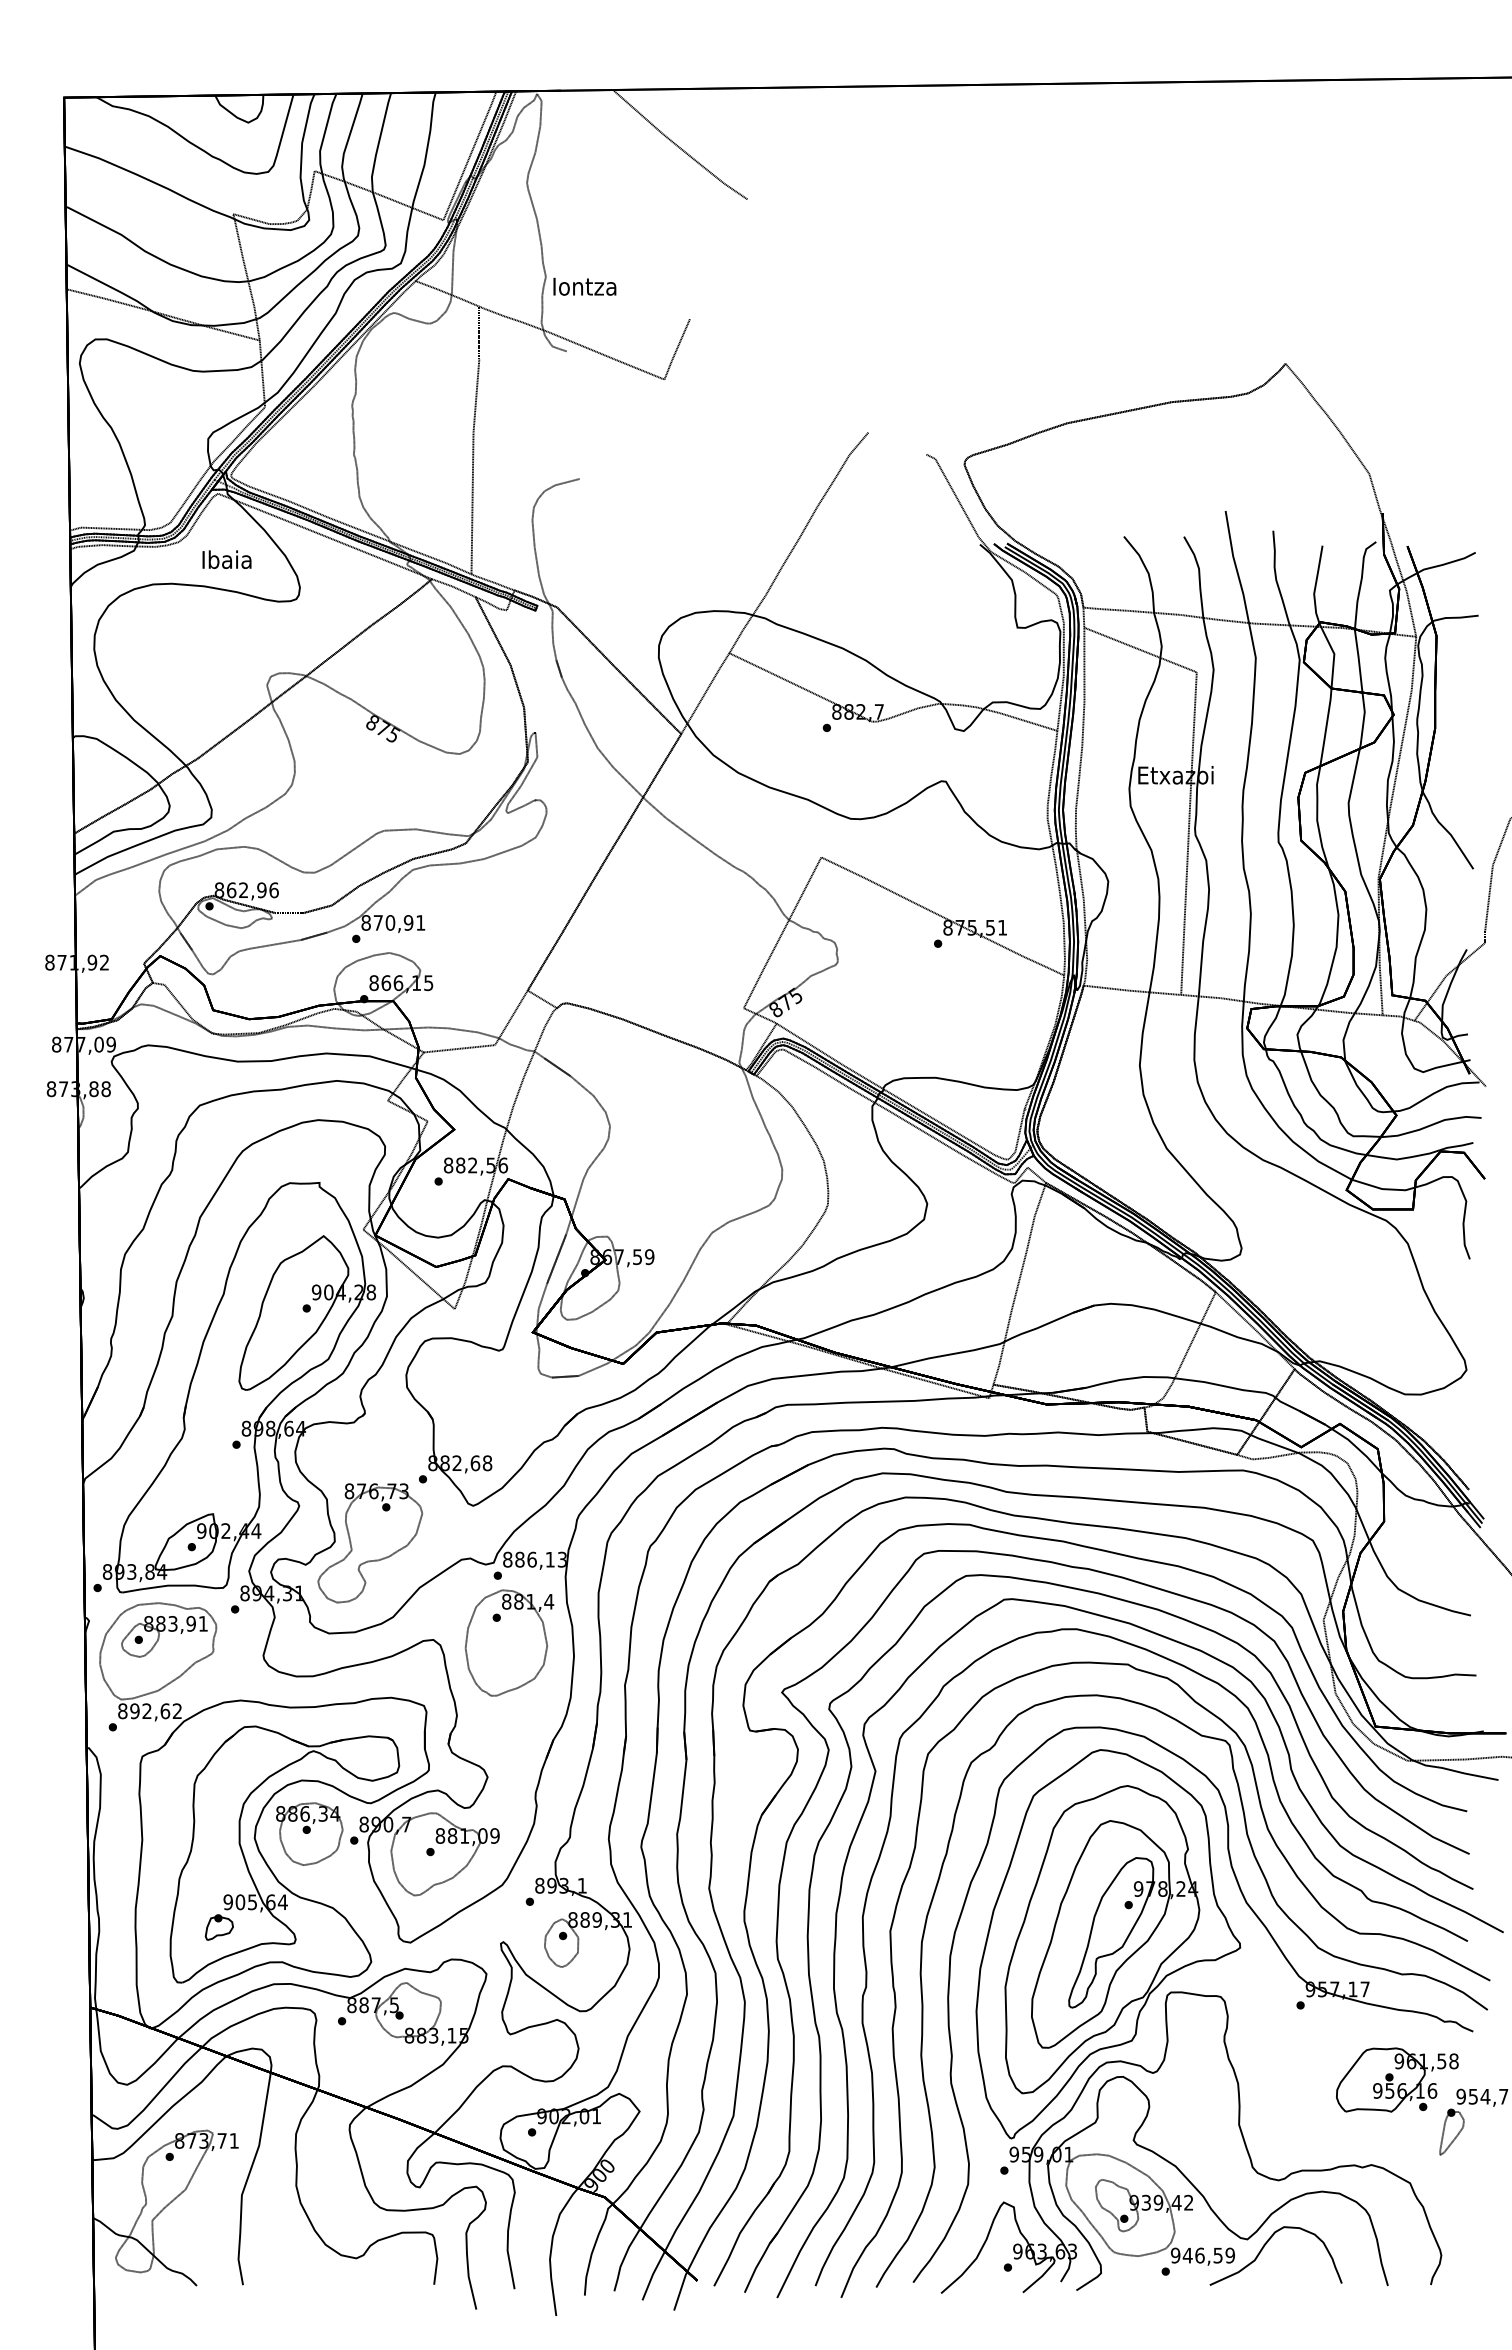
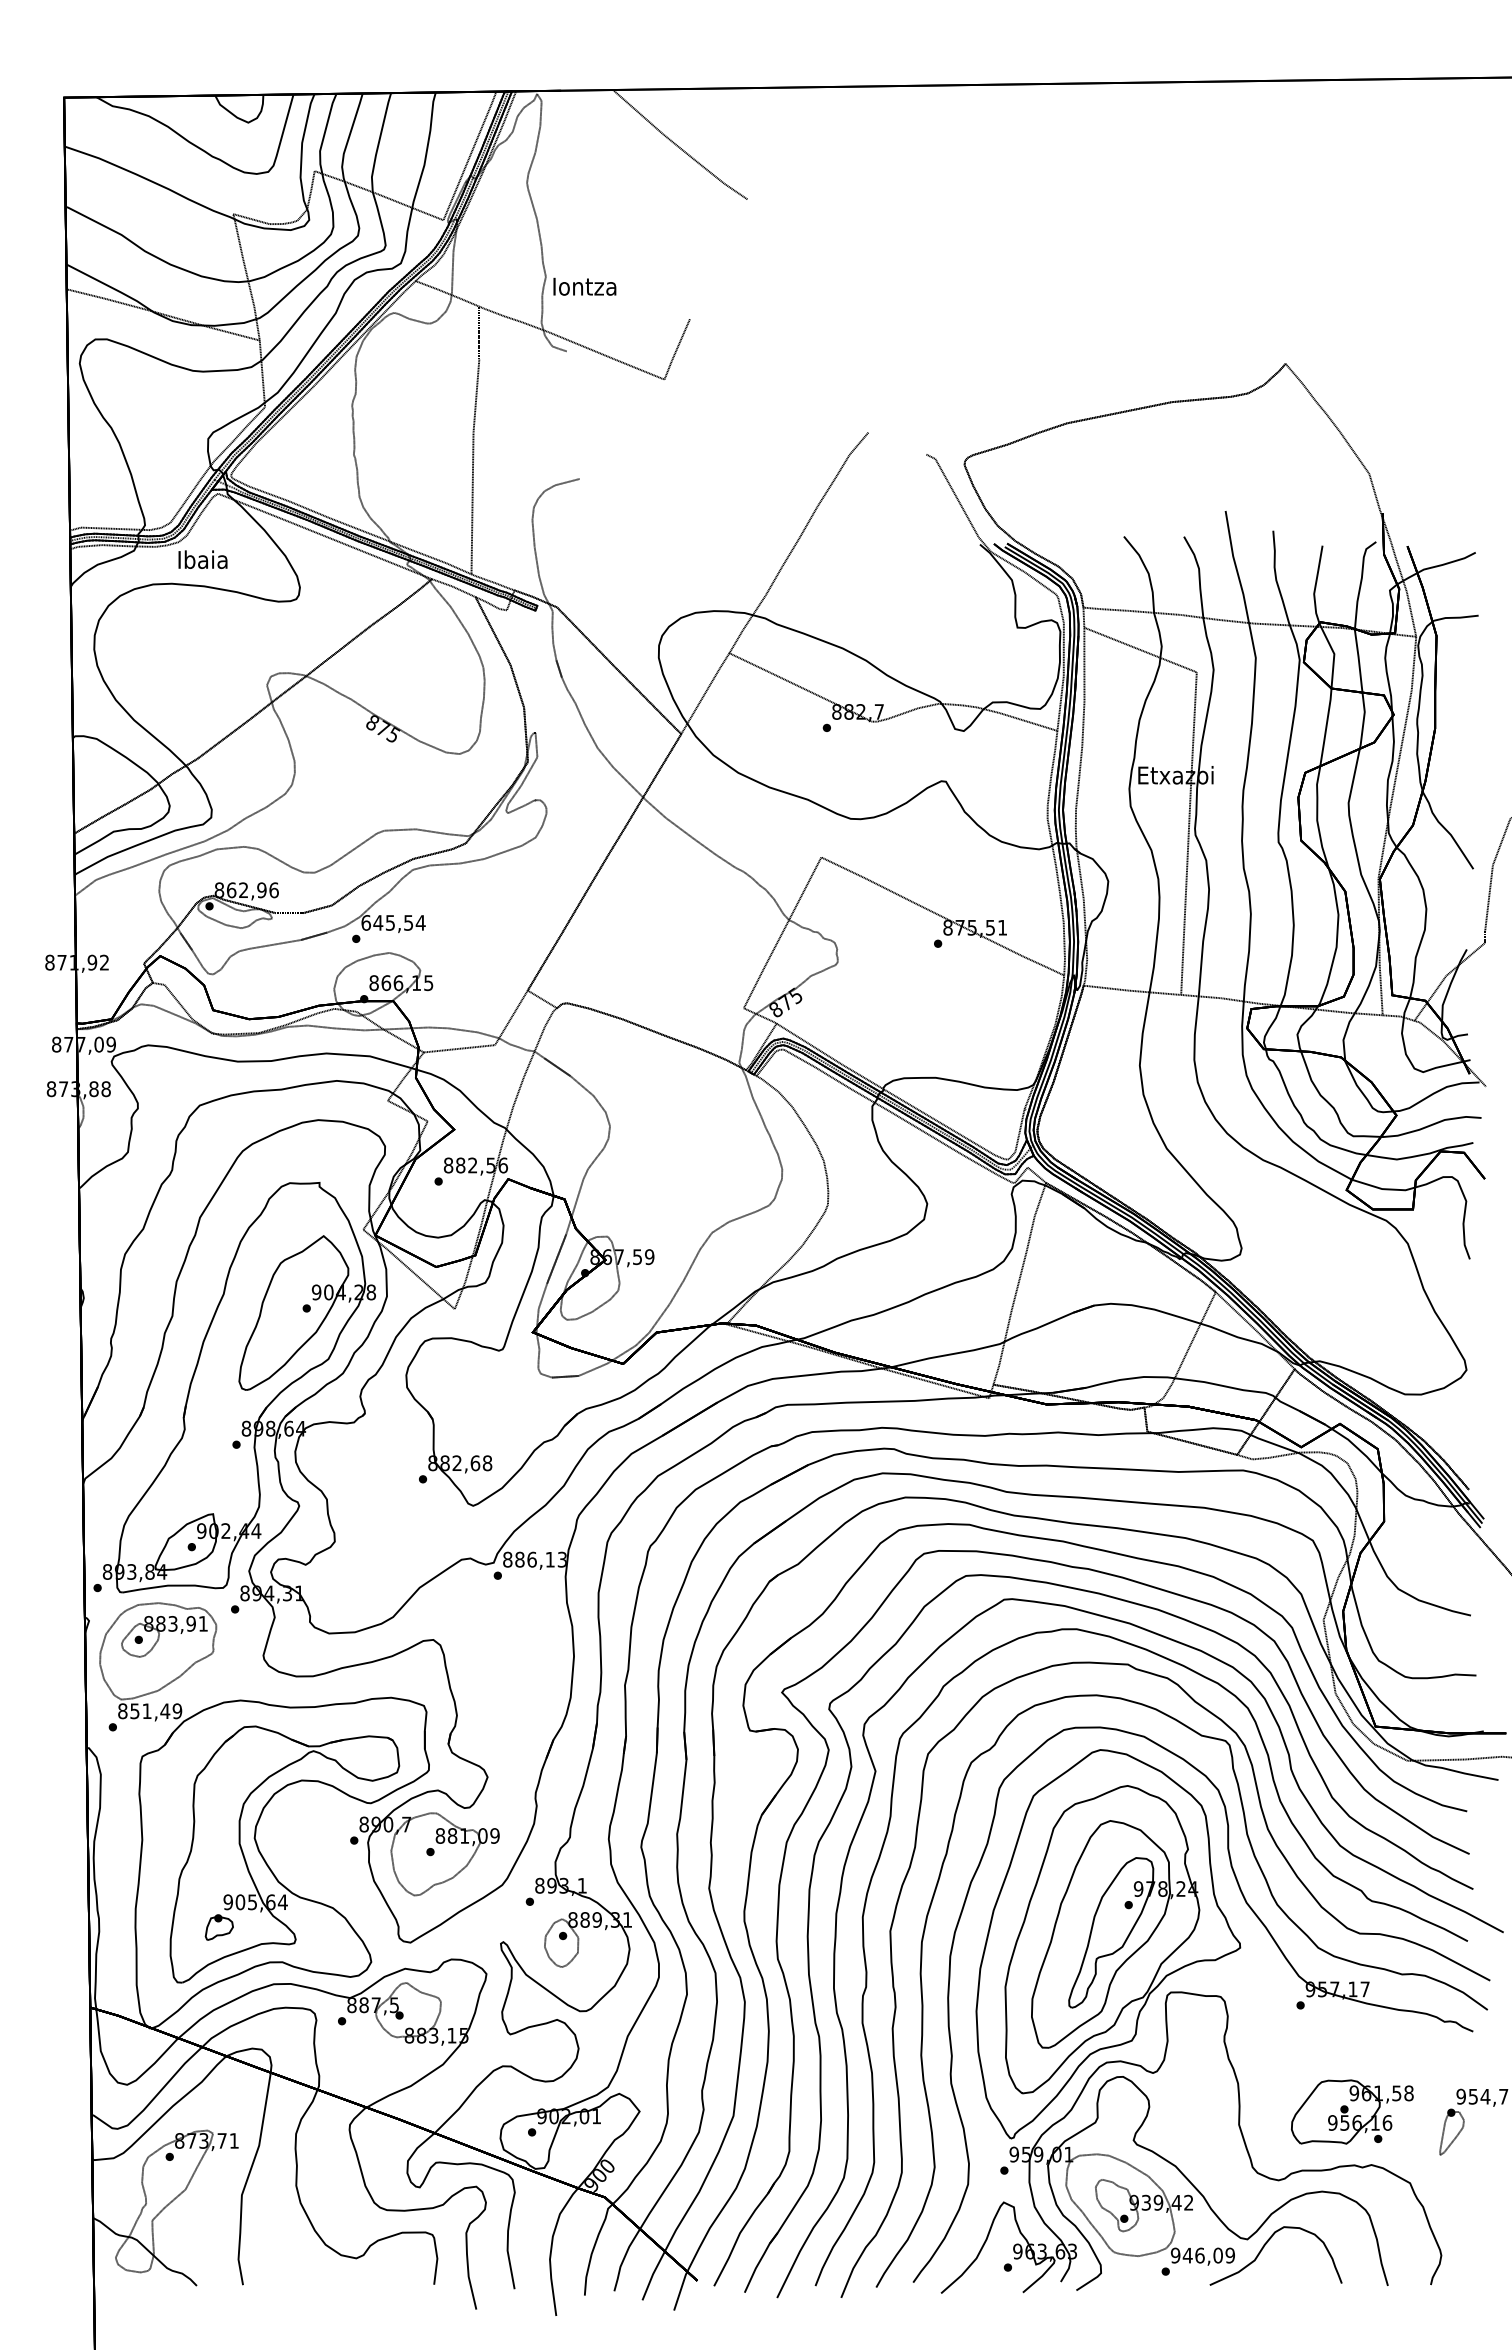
text at (226, 559) position: (226, 559) -> (202, 559)
text at (393, 922): 870,91 -> 645,54
part at (370, 1543): present -> none
part at (509, 1642): present -> none
text at (156, 1711): 892,62 -> 851,49
part at (309, 1833): present -> none
part at (1397, 2079) position: (1397, 2079) -> (1352, 2111)
text at (1217, 2255): 946,59 -> 946,09
